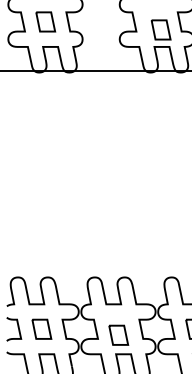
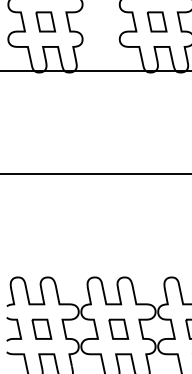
curve at (154, 29) position: (154, 29) -> (150, 21)
line at (95, 173): none -> present
curve at (124, 333) position: (124, 333) -> (124, 327)
